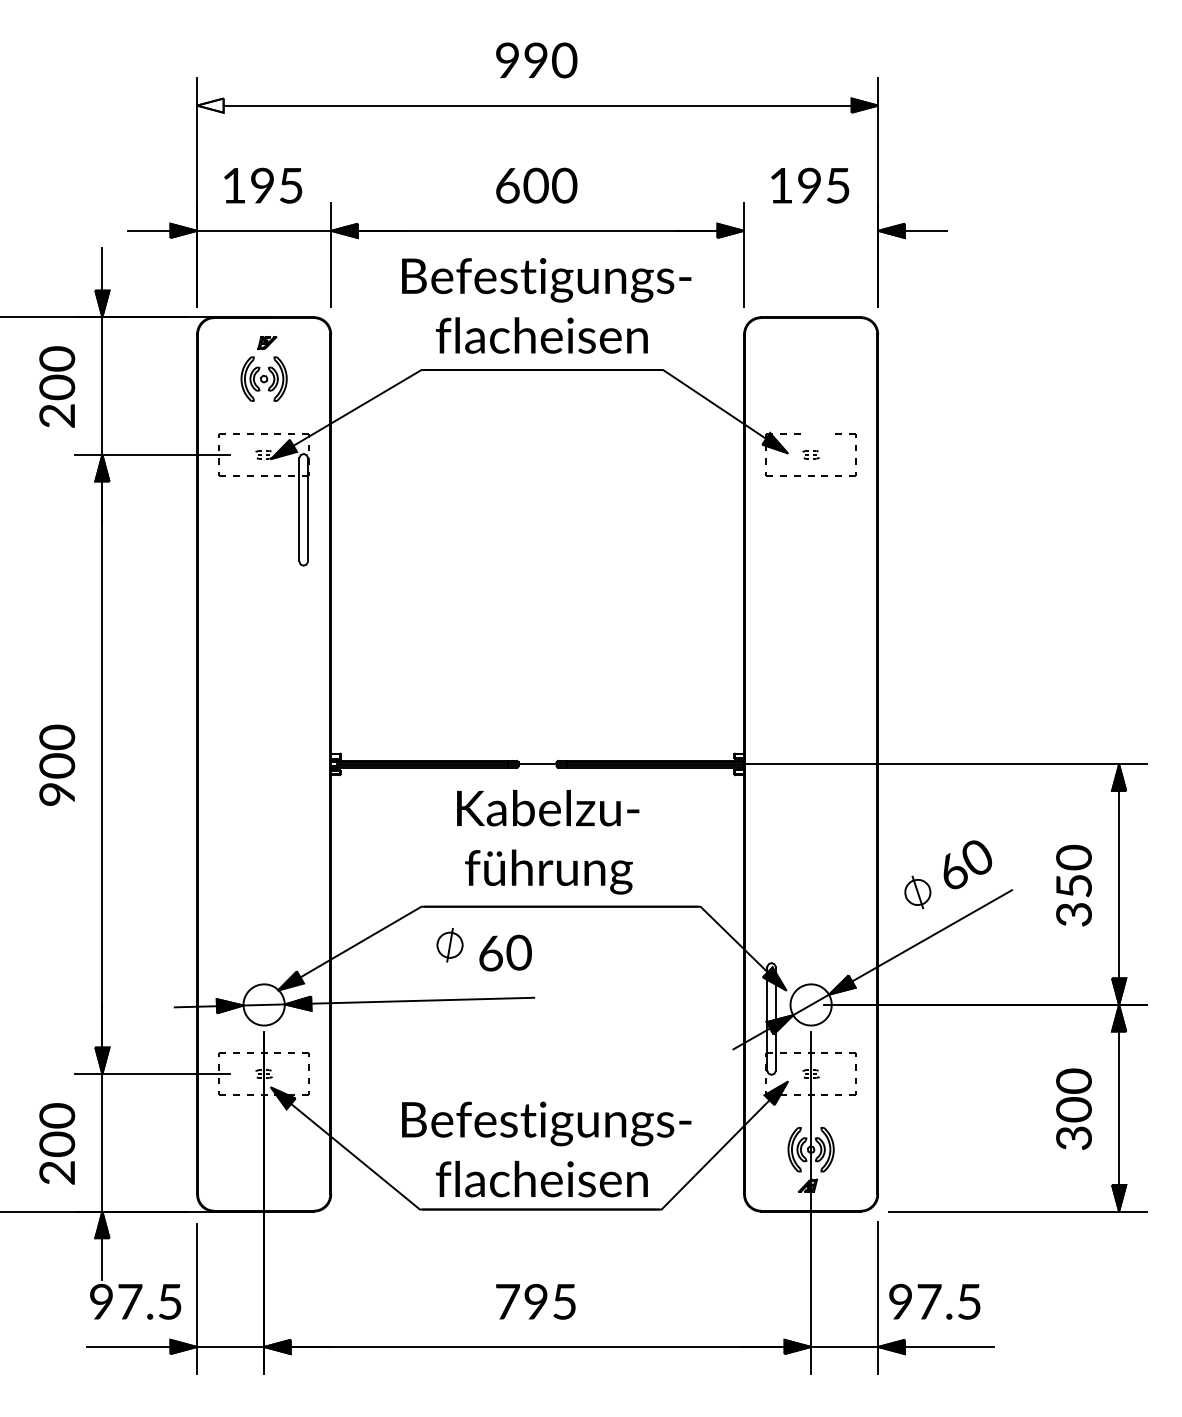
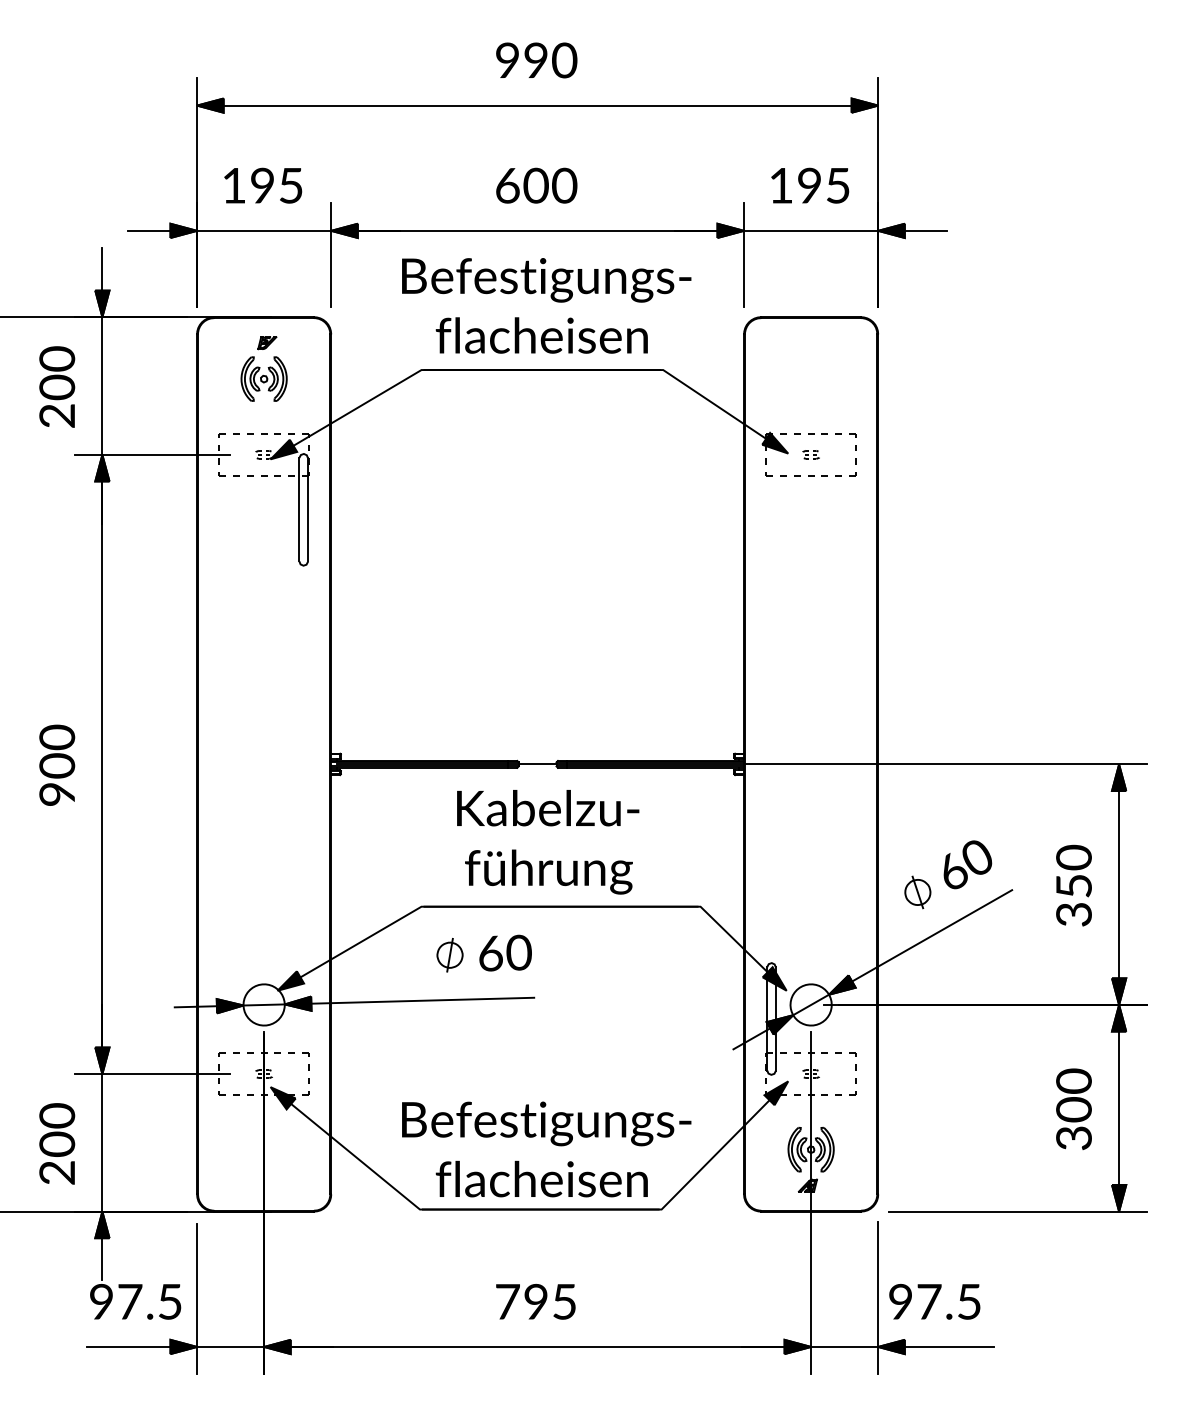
fill at (210, 105): none -> present
line at (811, 230): none -> present
line at (814, 433): none -> present
part at (449, 945) position: (449, 945) -> (449, 955)
